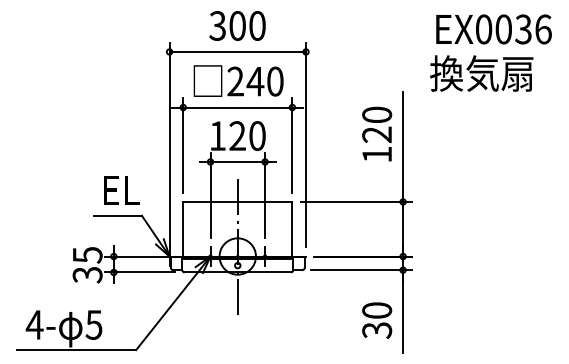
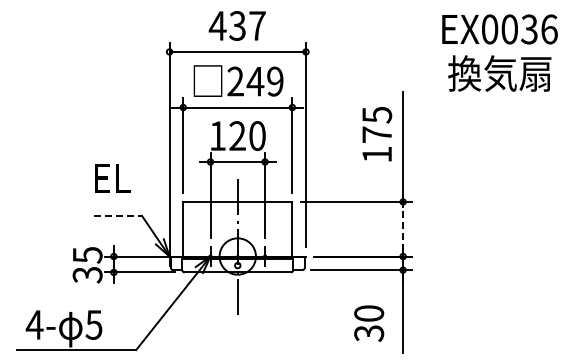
text at (236, 25): 300 -> 437
text at (493, 29) position: (493, 29) -> (499, 29)
text at (481, 73) position: (481, 73) -> (499, 73)
text at (275, 81): 240 -> 249
text at (377, 124): 120 -> 175
text at (121, 190) position: (121, 190) -> (112, 178)
line at (118, 215): solid -> dashed
line at (403, 229): solid -> dashed
text at (377, 320) position: (377, 320) -> (369, 323)
